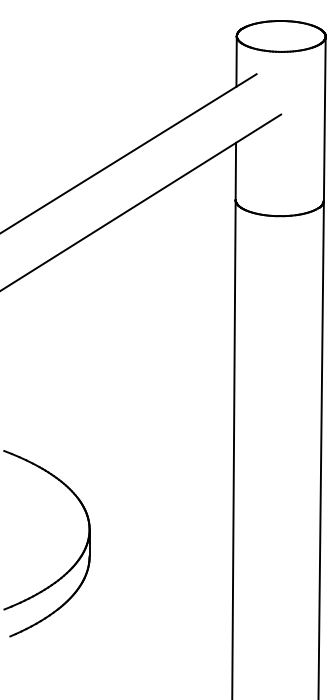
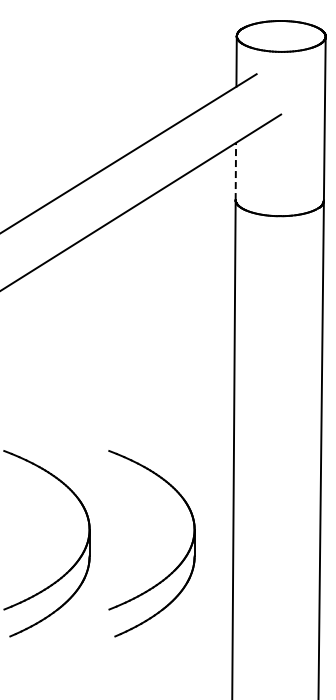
line at (235, 171): solid -> dashed
part at (177, 565): none -> present
